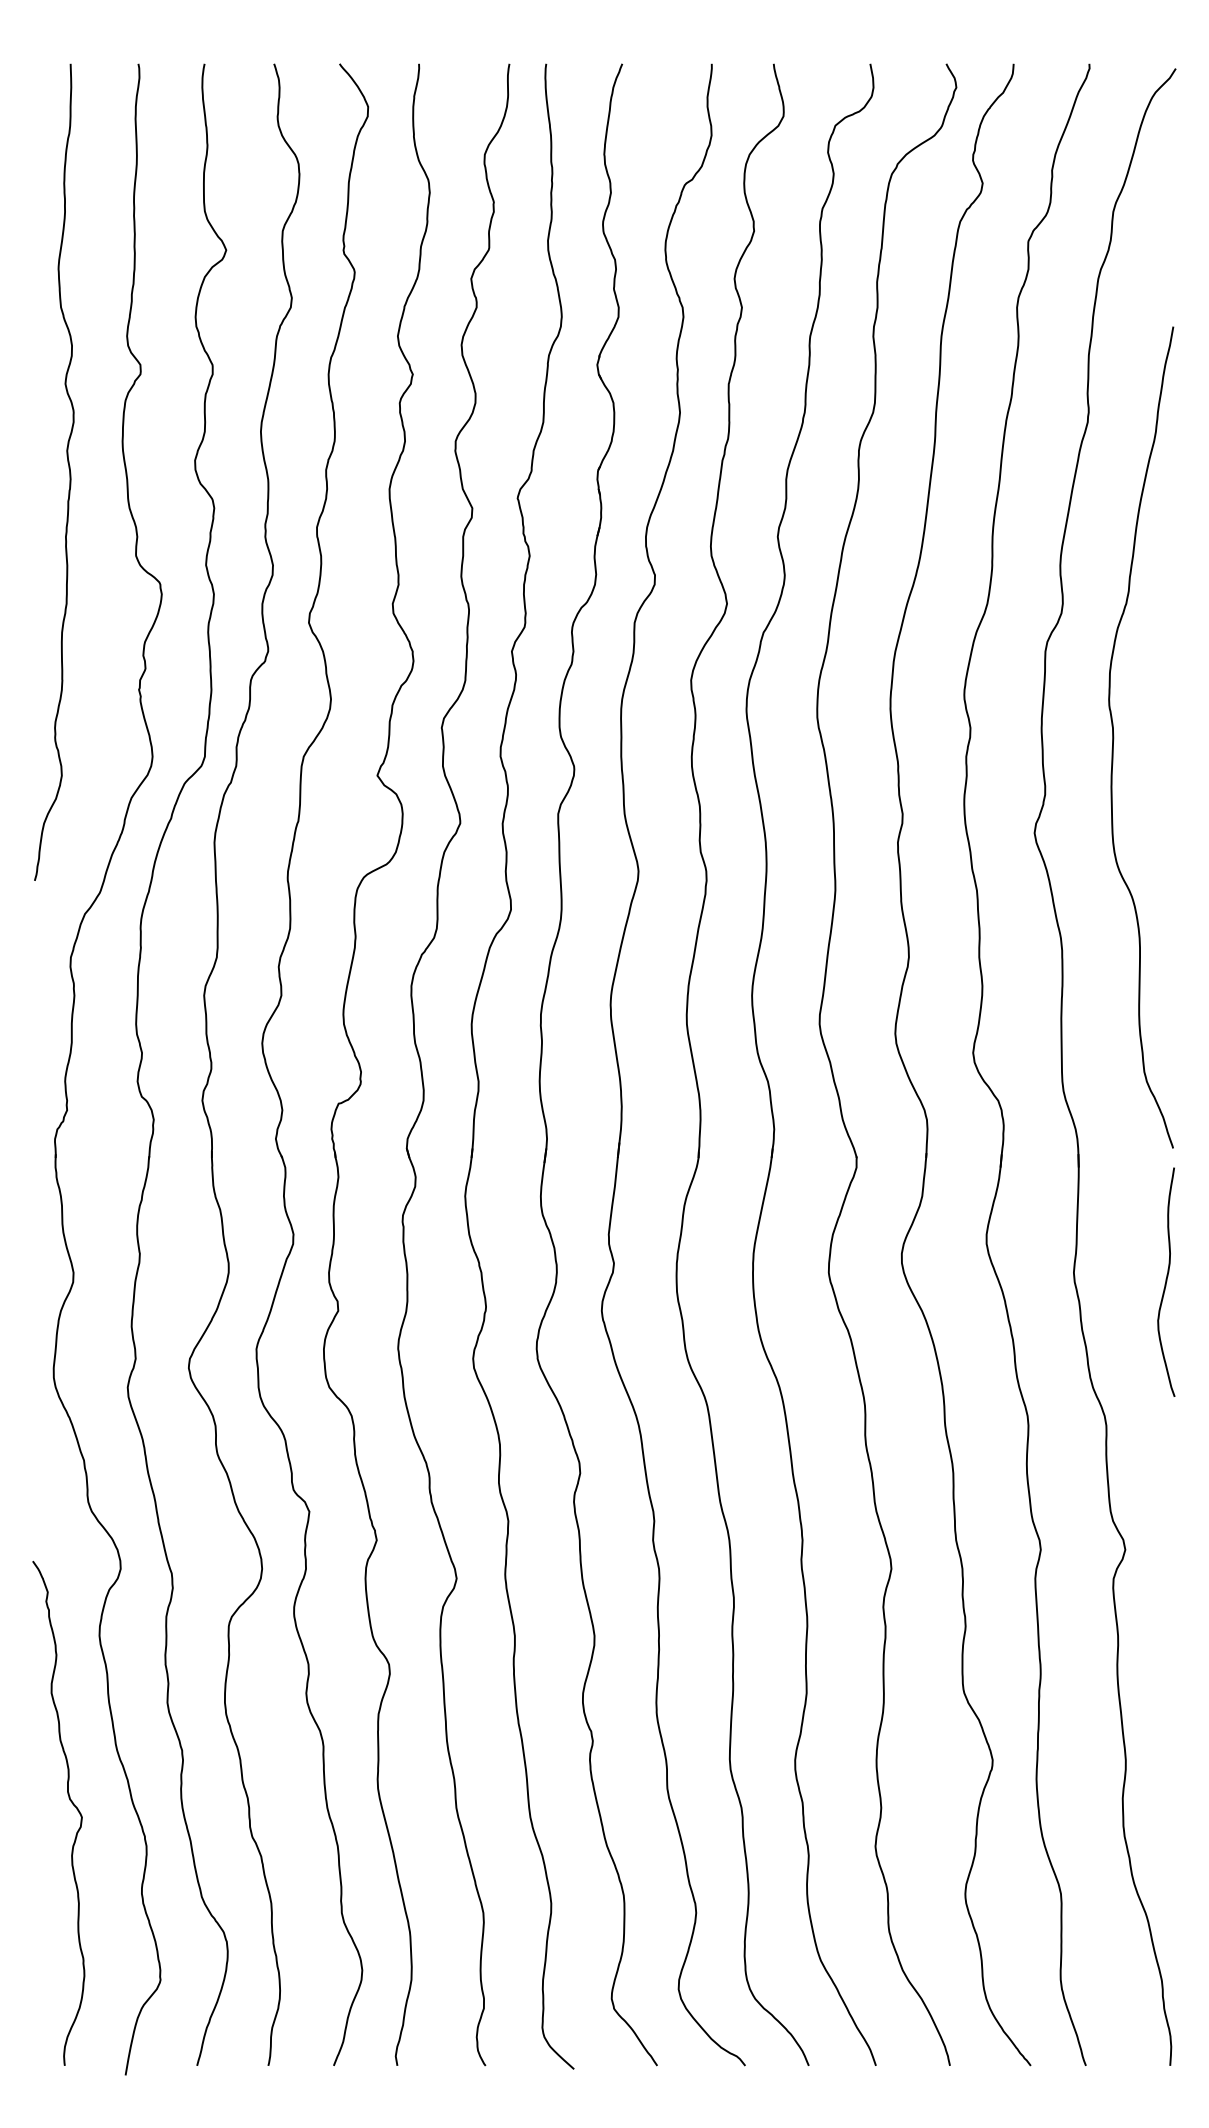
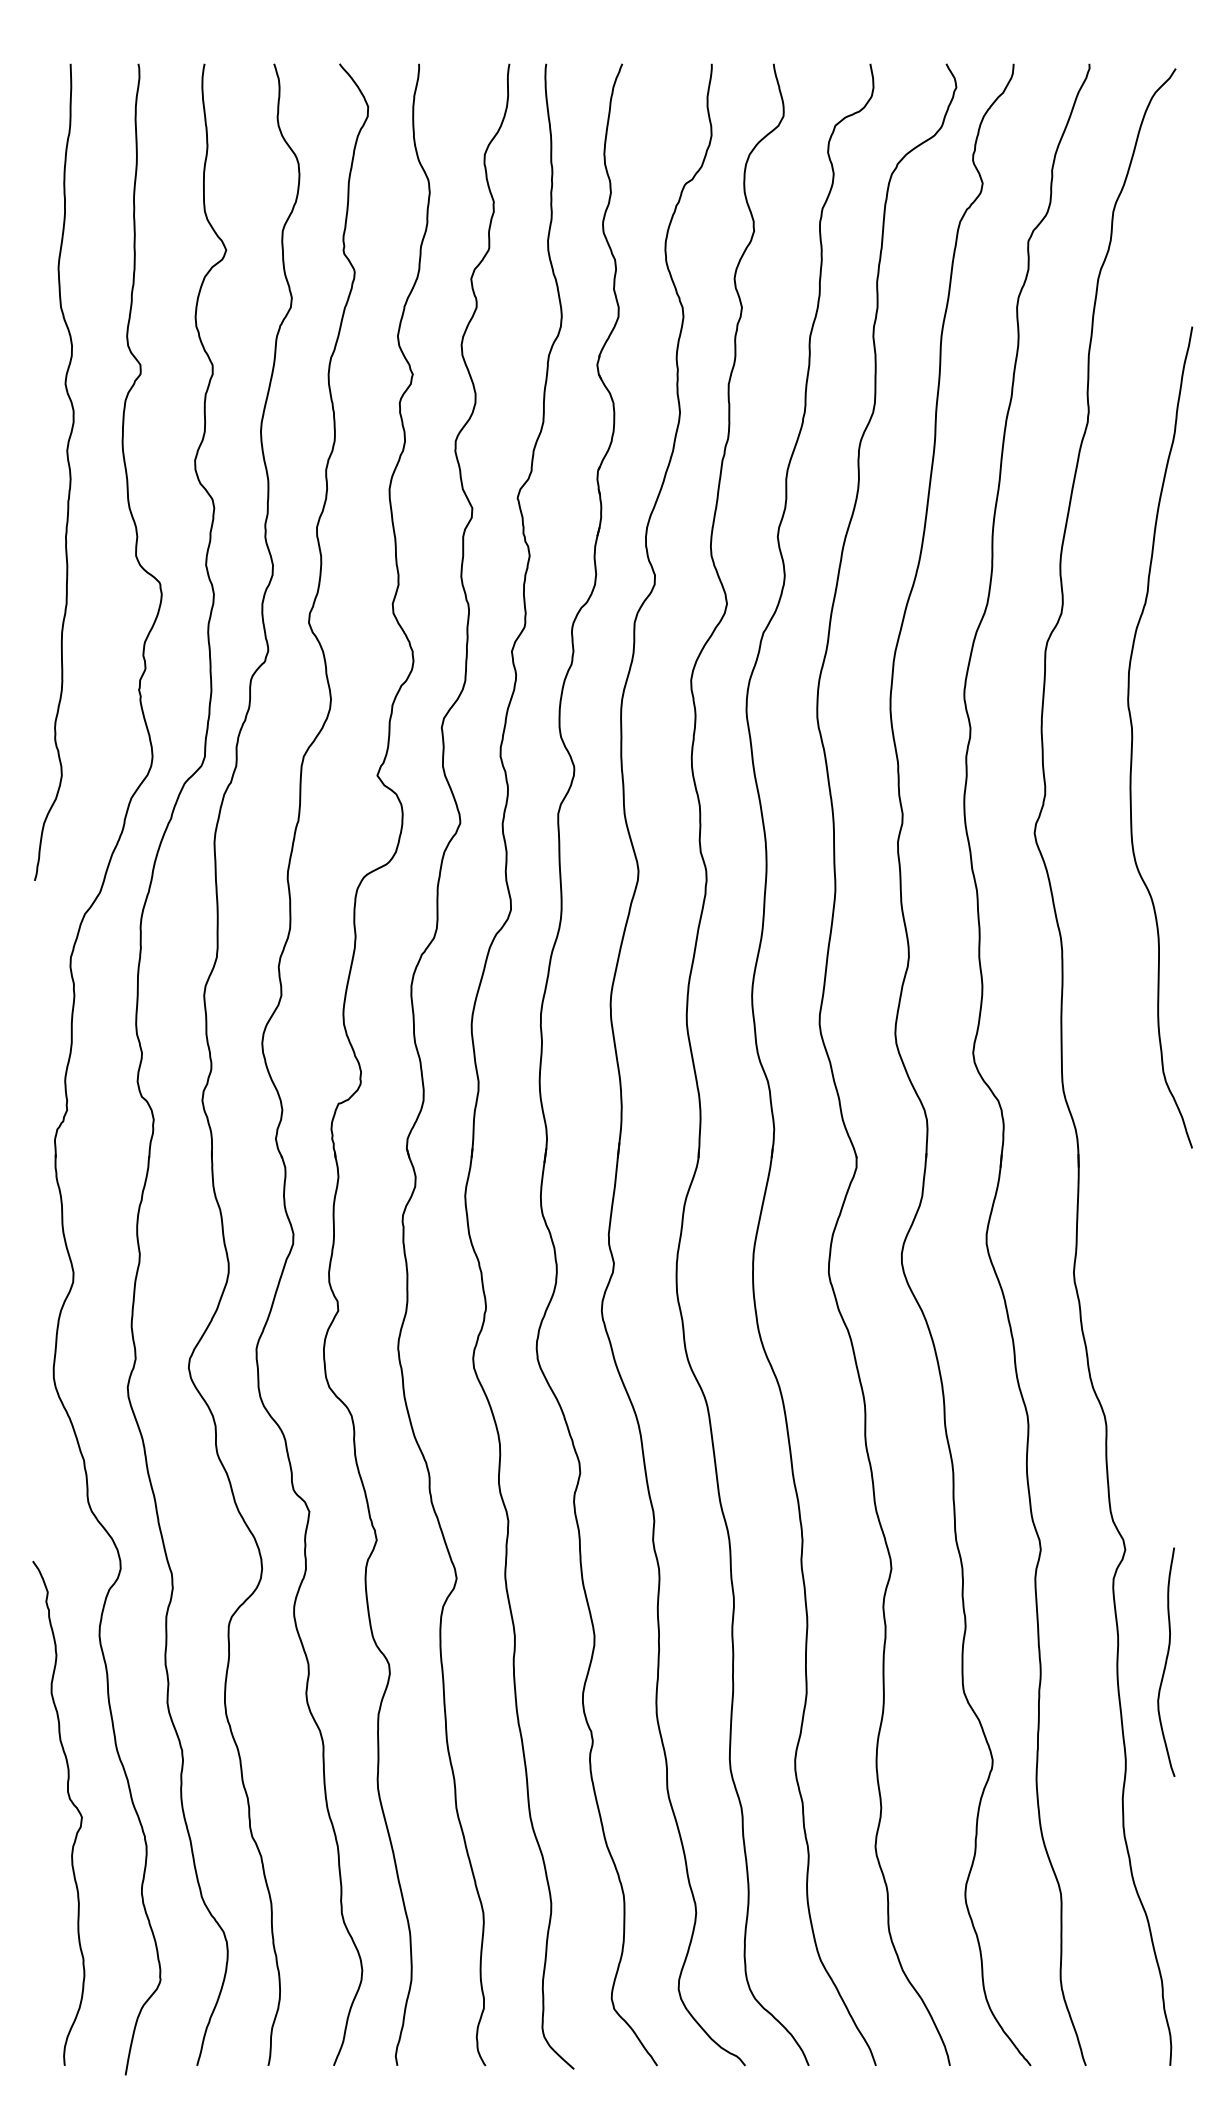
curve at (1114, 737) position: (1114, 737) -> (1133, 737)
curve at (1166, 1281) position: (1166, 1281) -> (1166, 1661)
